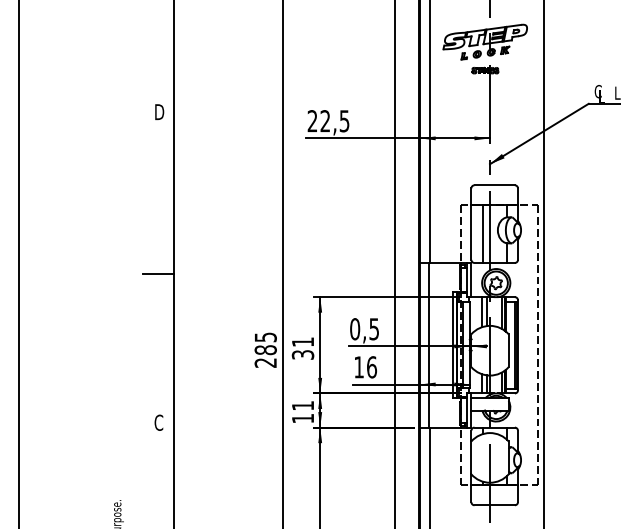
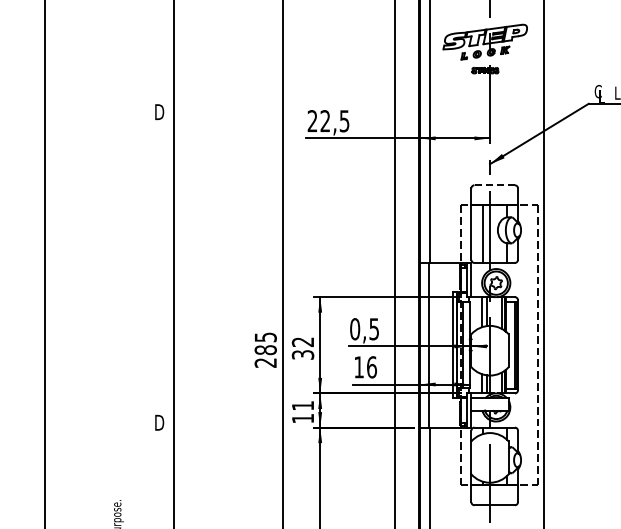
line at (495, 185): solid -> dashed
line at (18, 263) position: (18, 263) -> (44, 263)
line at (157, 273): present -> none
text at (302, 341): 31 -> 32
text at (159, 422): C -> D
